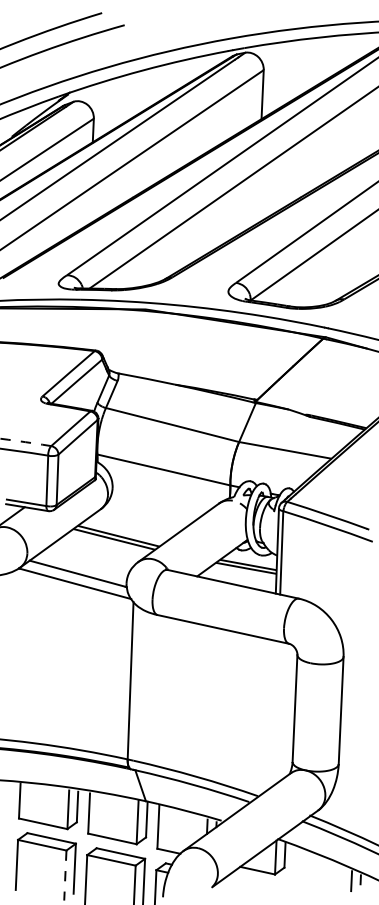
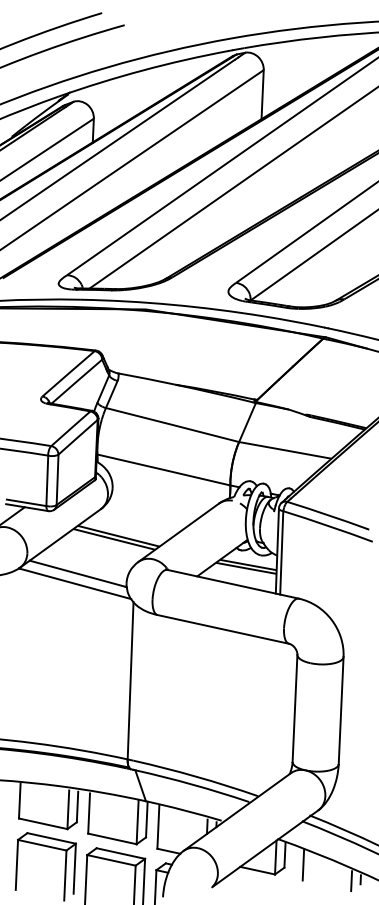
arc at (25, 442): dashed -> solid
line at (303, 864): none -> present
line at (65, 876): dashed -> solid
